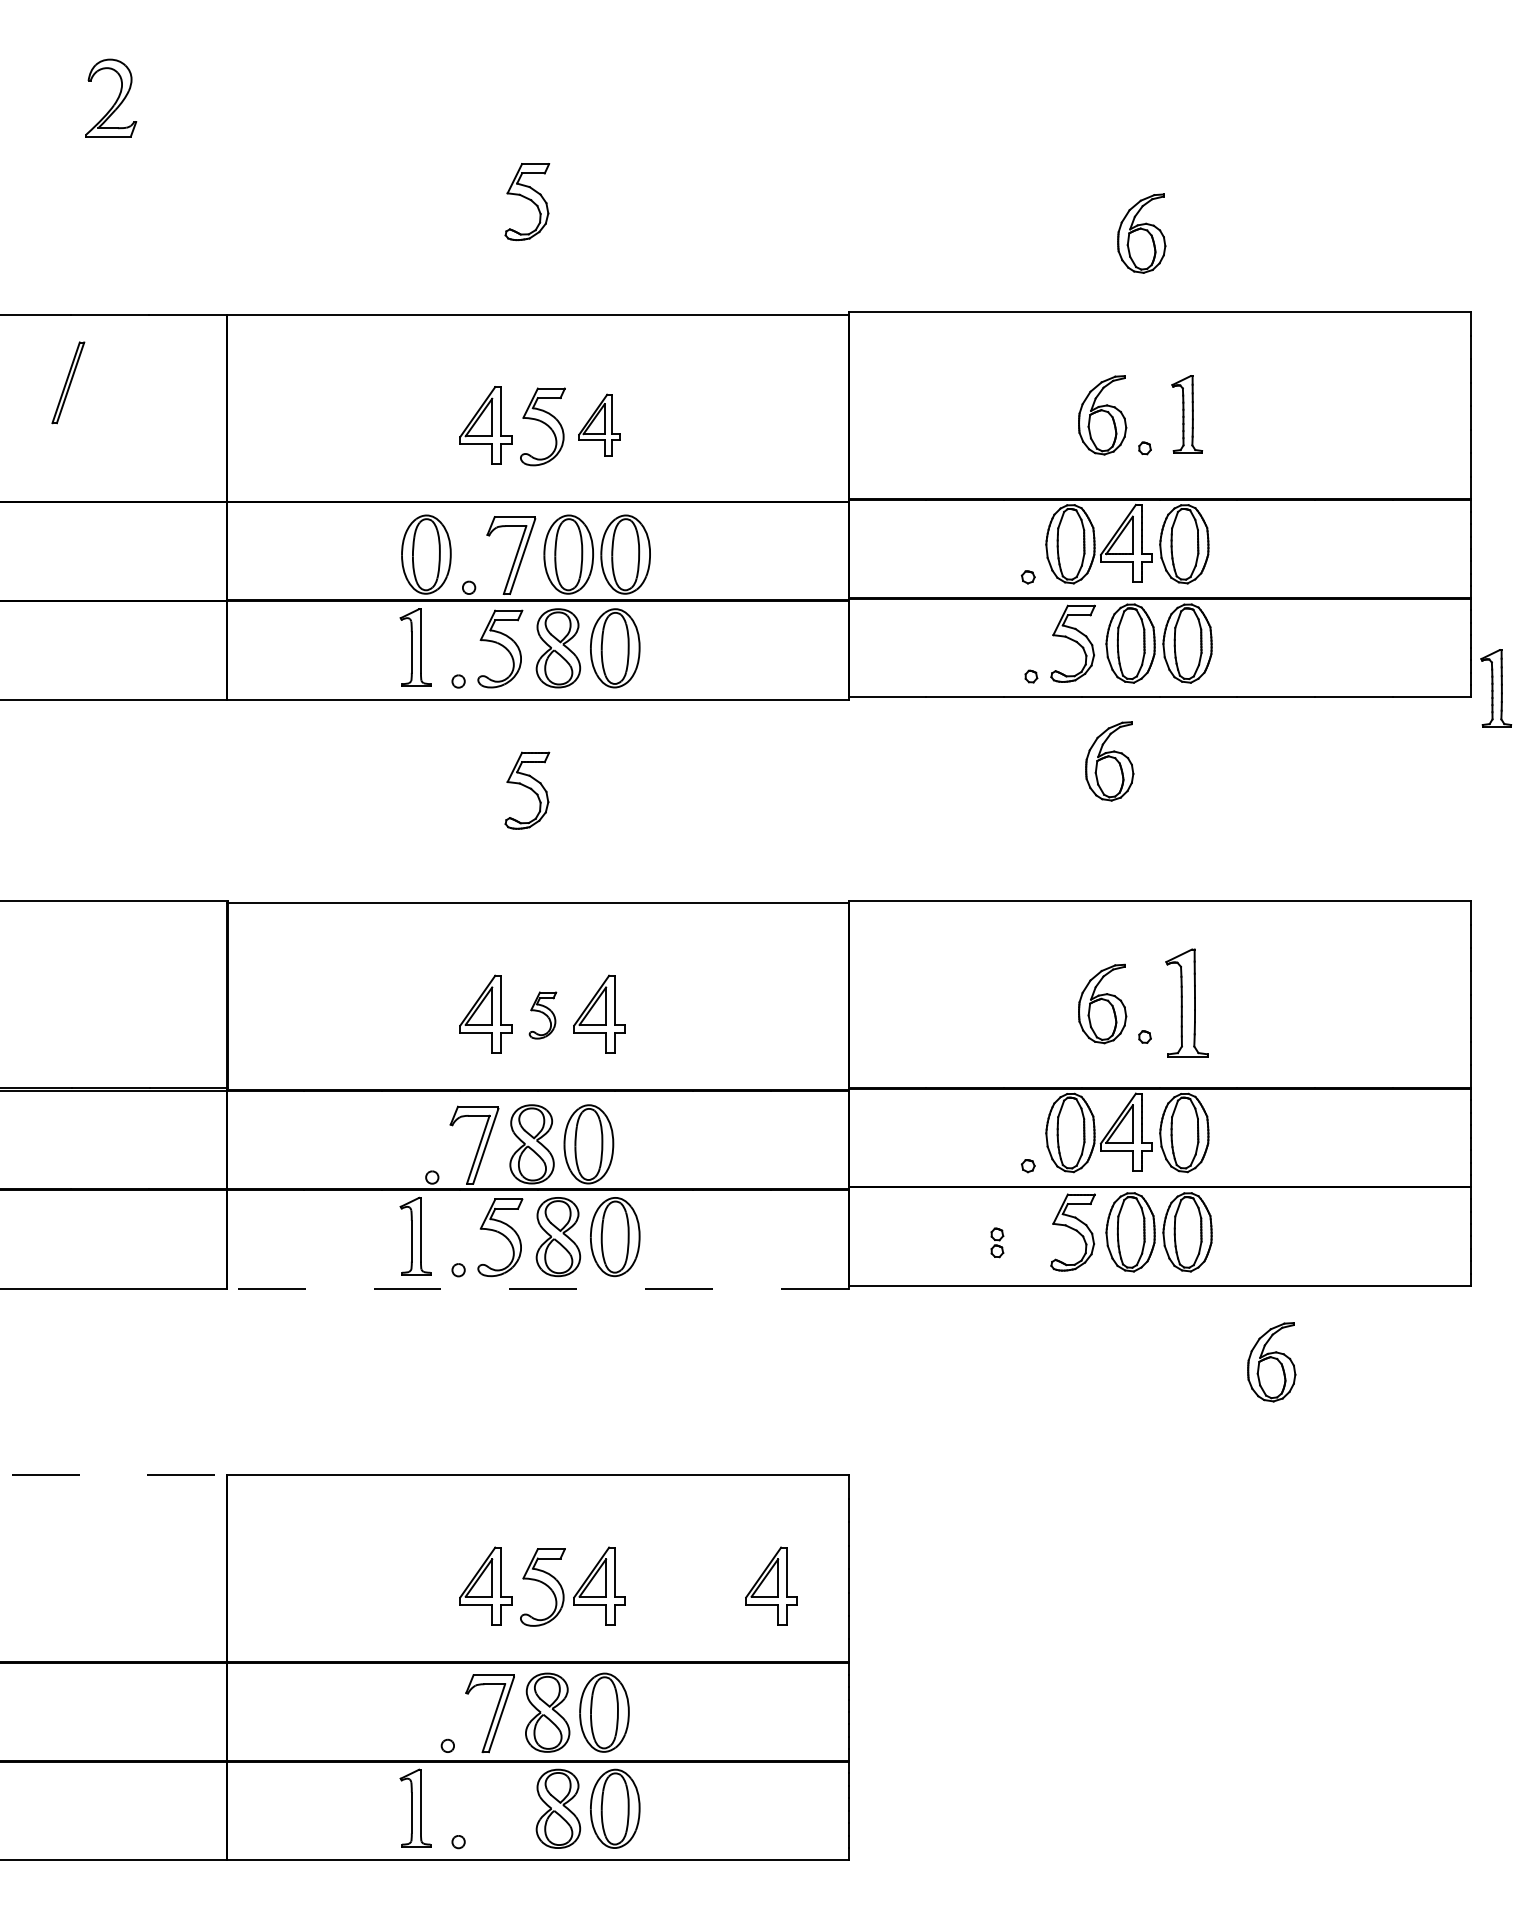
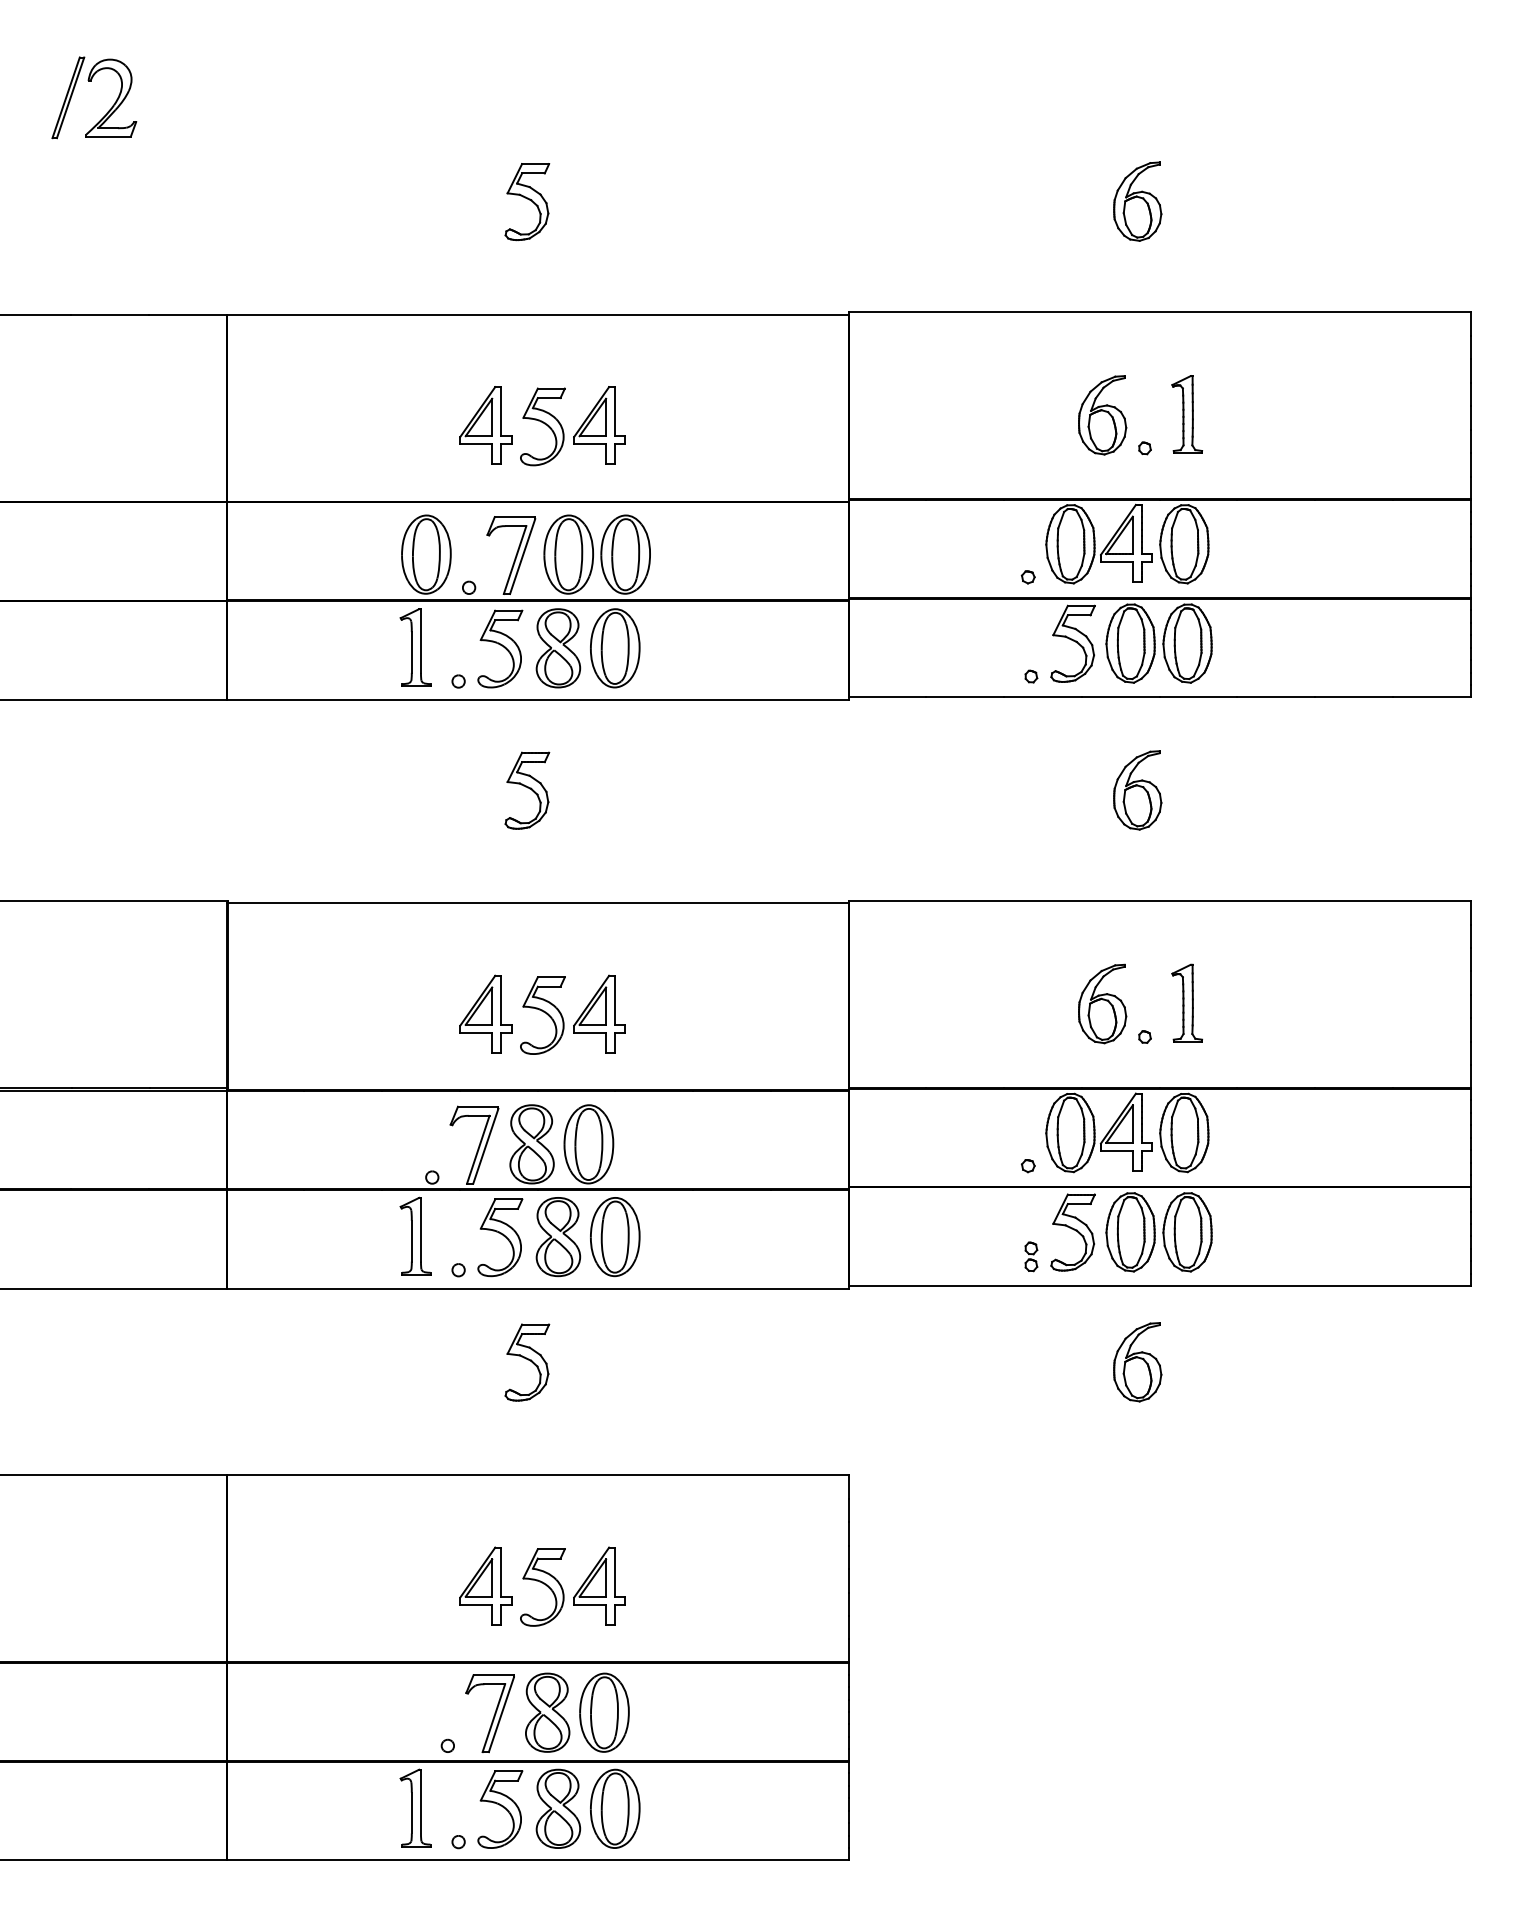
part at (1141, 233) position: (1141, 233) -> (1137, 201)
part at (68, 382) position: (68, 382) -> (68, 97)
part at (599, 424) size: 43x64 px -> 53x79 px
part at (1496, 688): present -> none
part at (1109, 761) position: (1109, 761) -> (1137, 790)
part at (1186, 1002) size: 44x110 px -> 33x80 px
part at (542, 1015) size: 30x49 px -> 46x79 px
part at (997, 1242) position: (997, 1242) -> (1031, 1256)
line at (537, 1288): dashed -> solid
part at (527, 1362): none -> present
part at (1271, 1362) position: (1271, 1362) -> (1137, 1362)
line at (113, 1475): dashed -> solid
part at (771, 1585): present -> none
part at (500, 1809): none -> present
